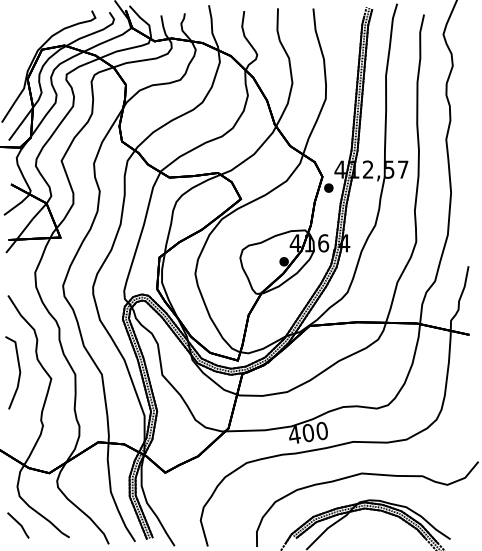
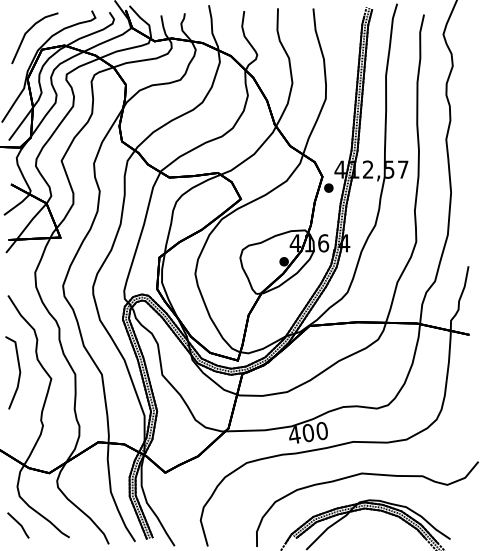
part at (30, 30): none -> present
